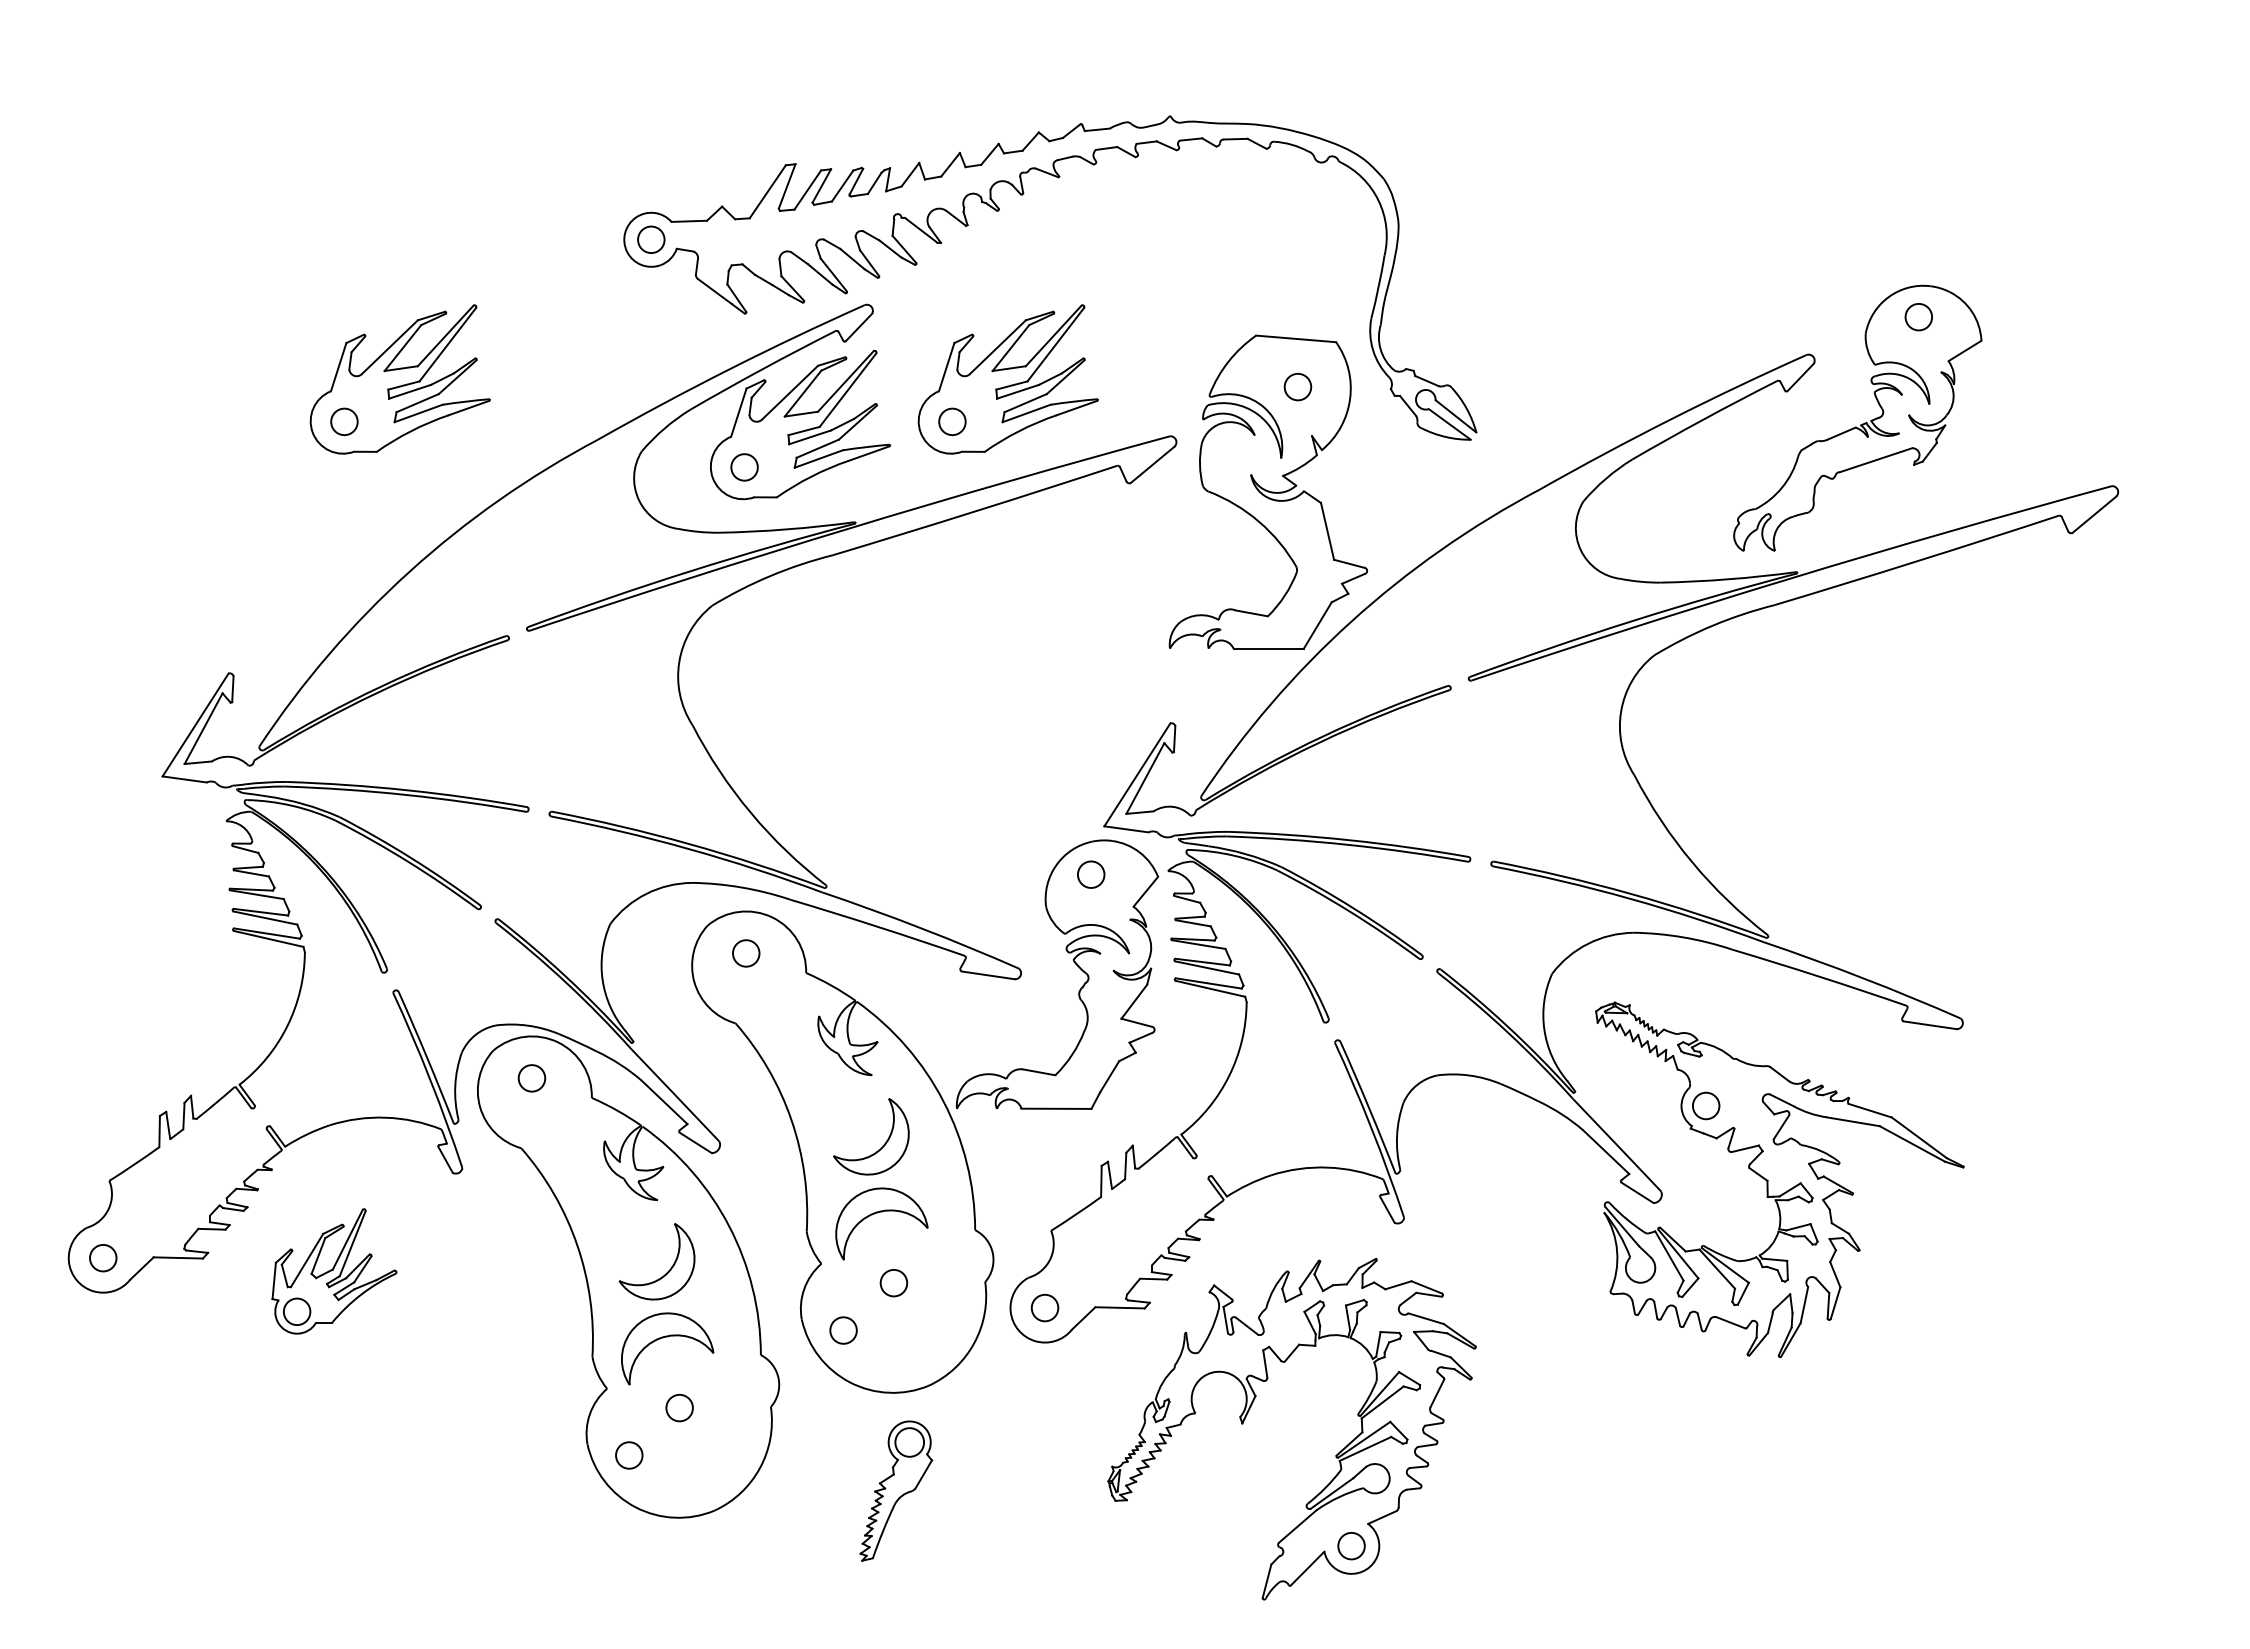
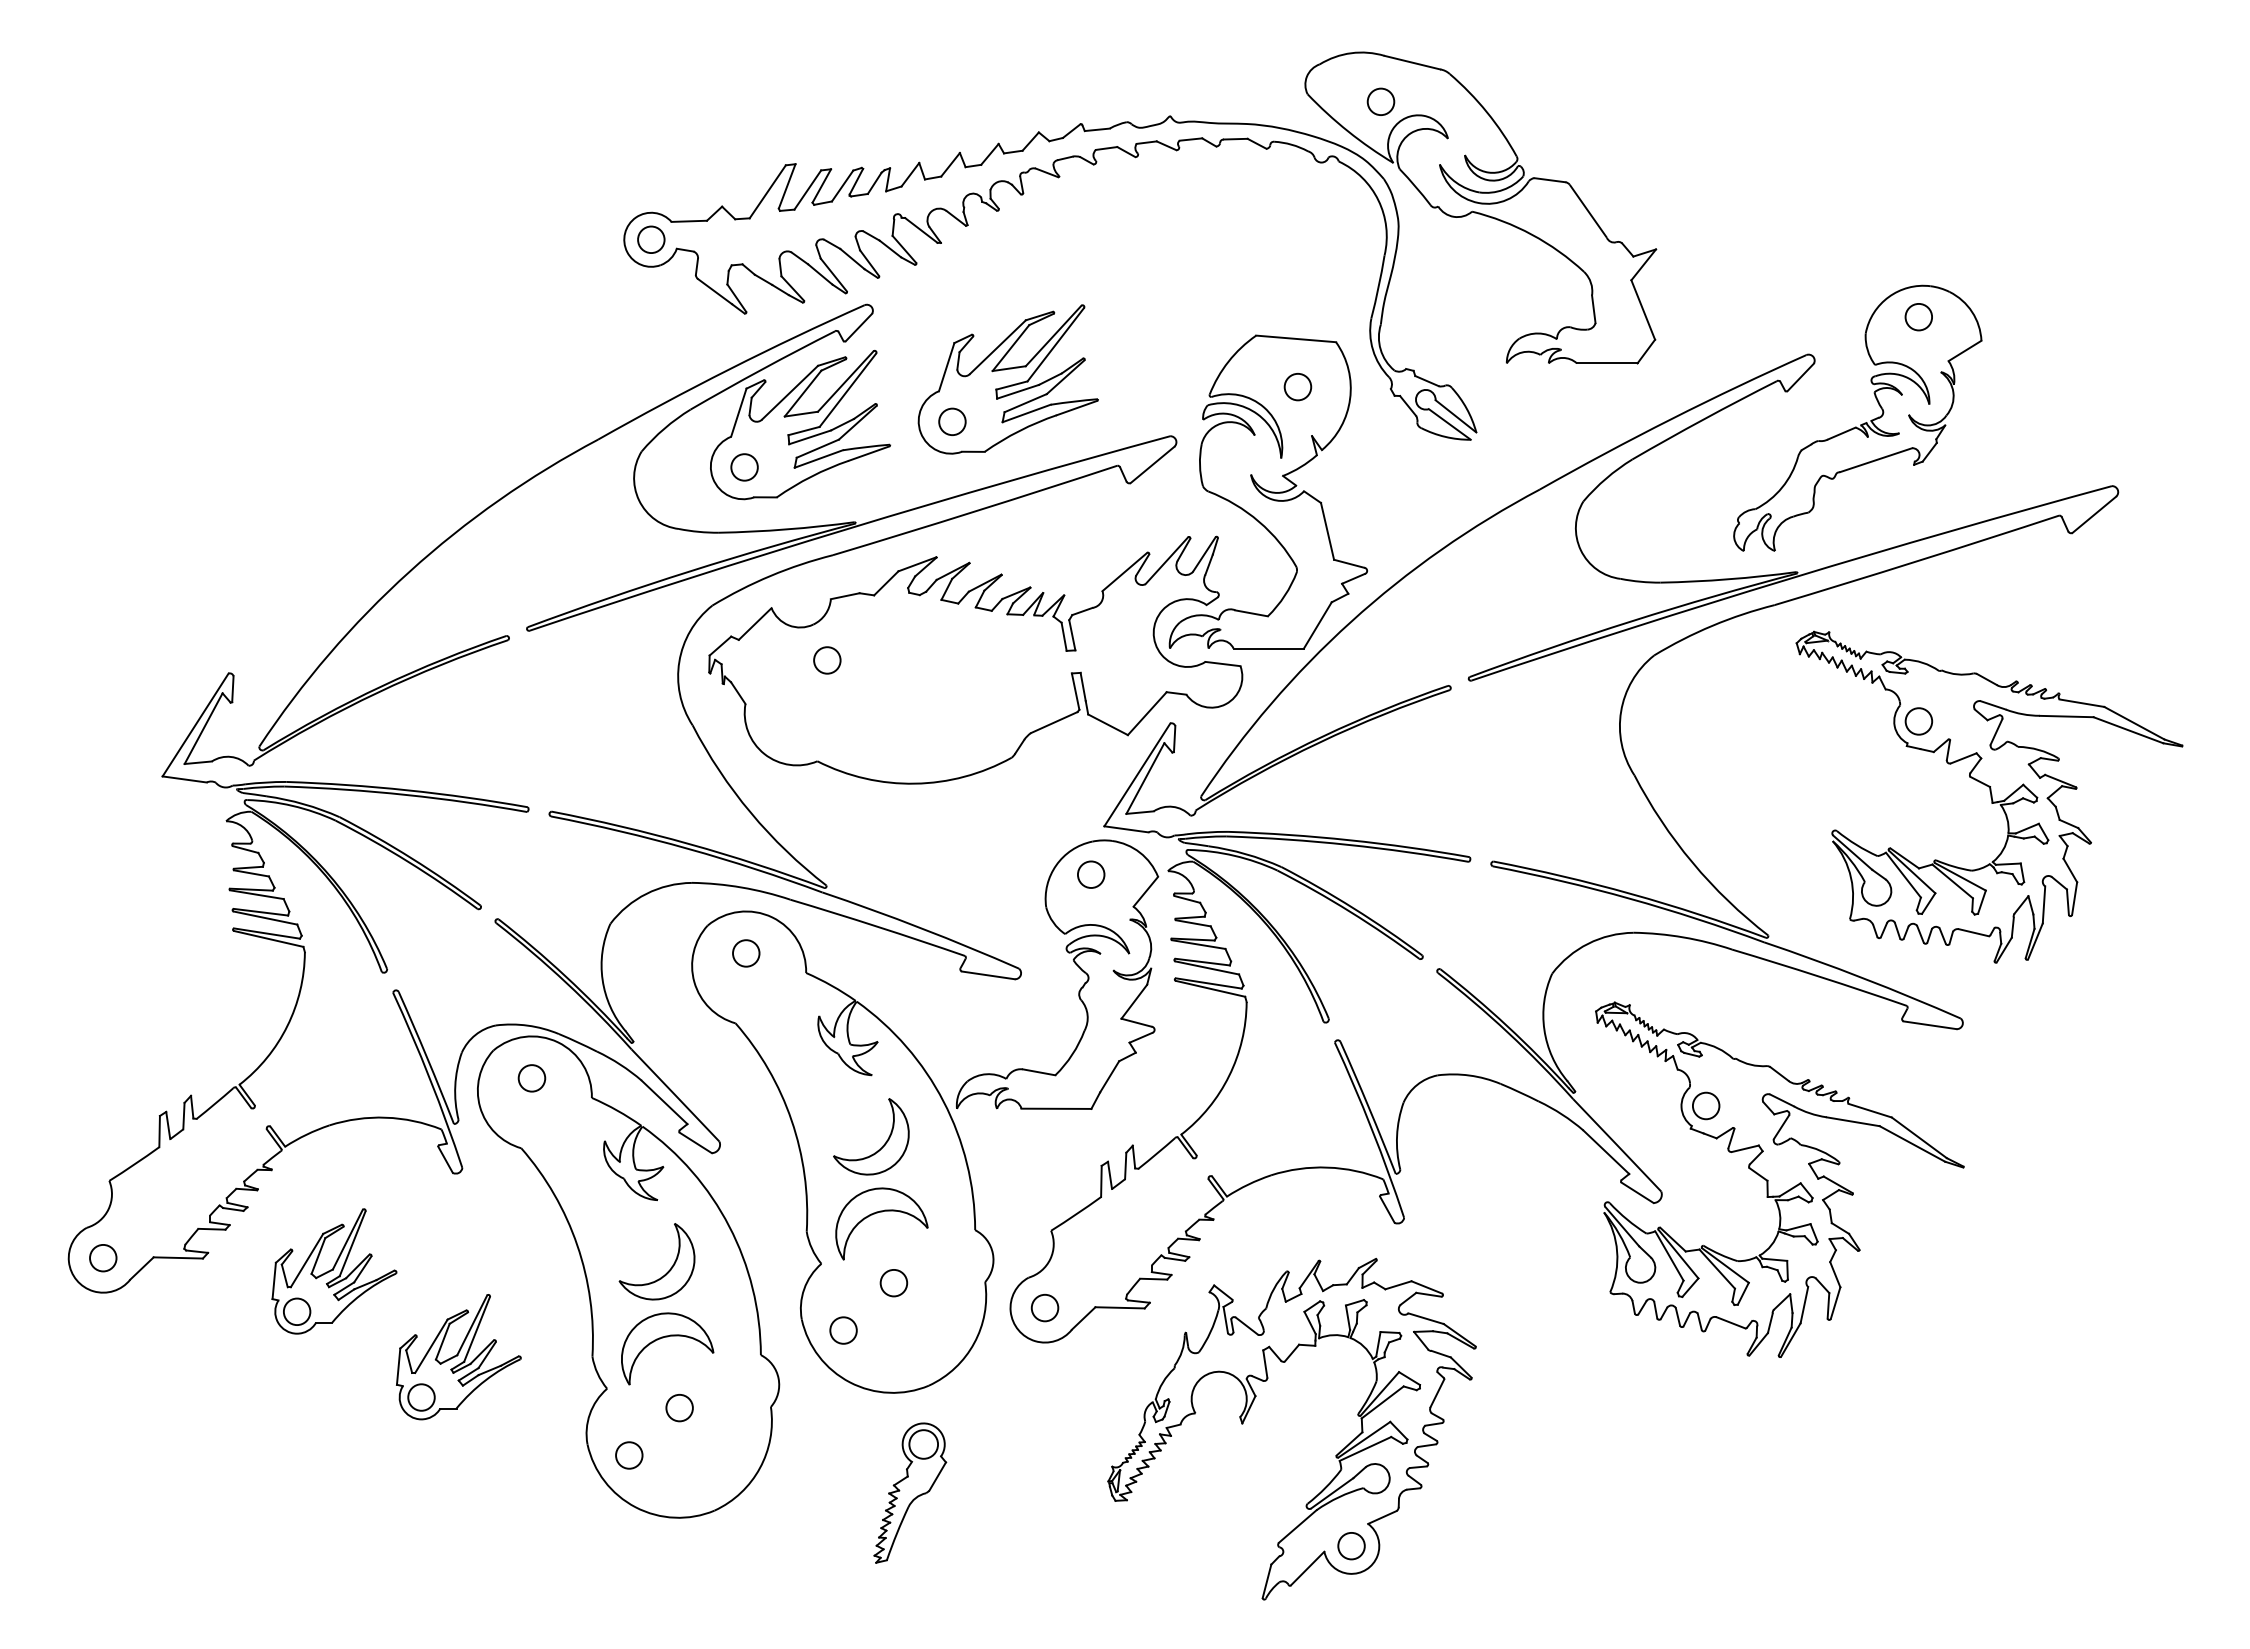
part at (1480, 207): none -> present
part at (399, 379): present -> none
part at (975, 659): none -> present
part at (1989, 796): none -> present
part at (458, 1357): none -> present
part at (896, 1490) position: (896, 1490) -> (910, 1492)
